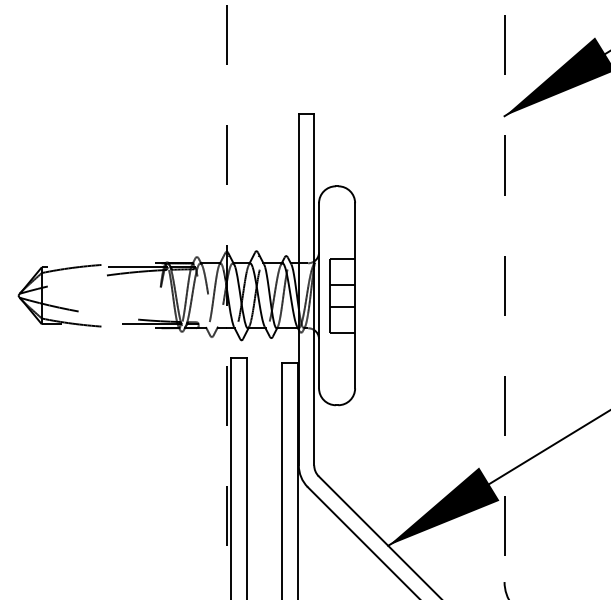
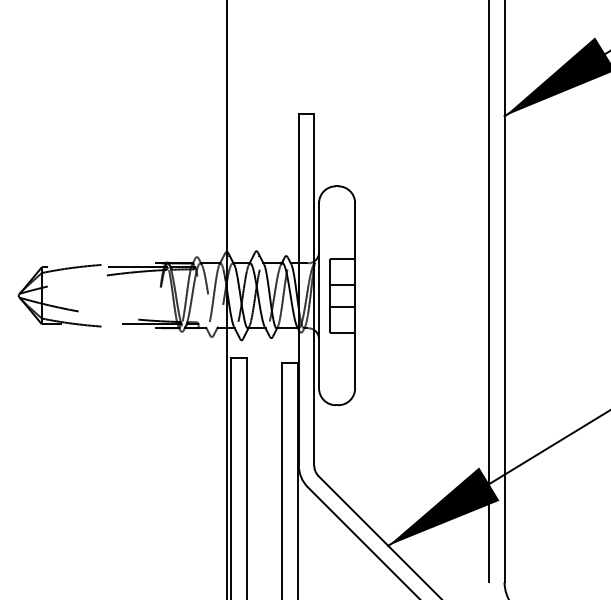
line at (504, 291): dashed -> solid
line at (489, 292): none -> present
line at (226, 300): dashed -> solid
